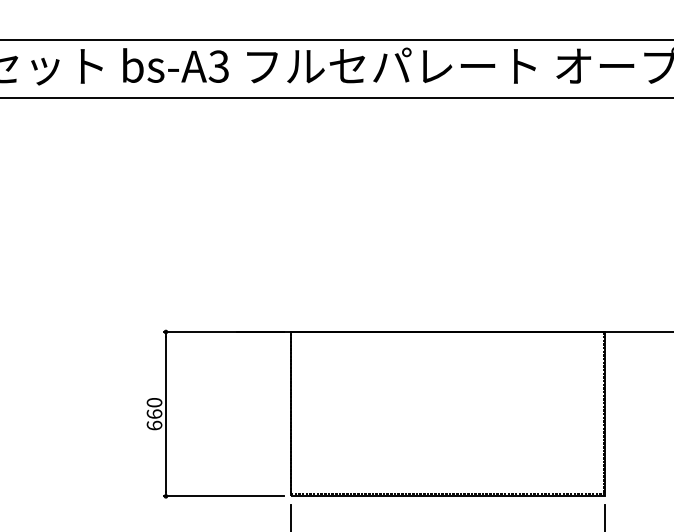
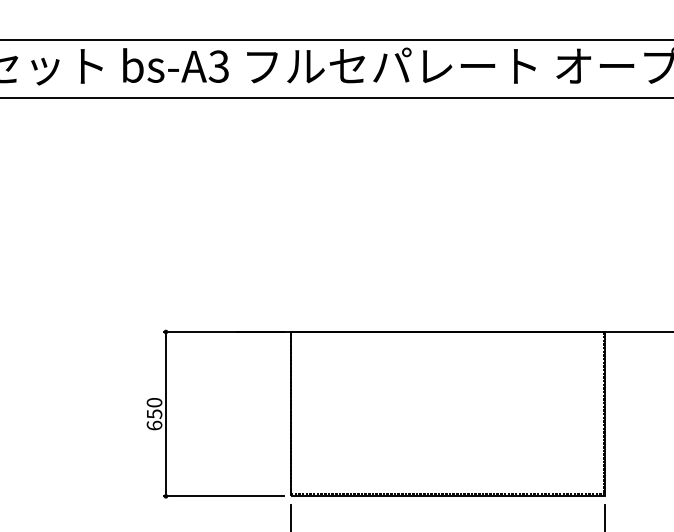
text at (154, 414): 660 -> 650
